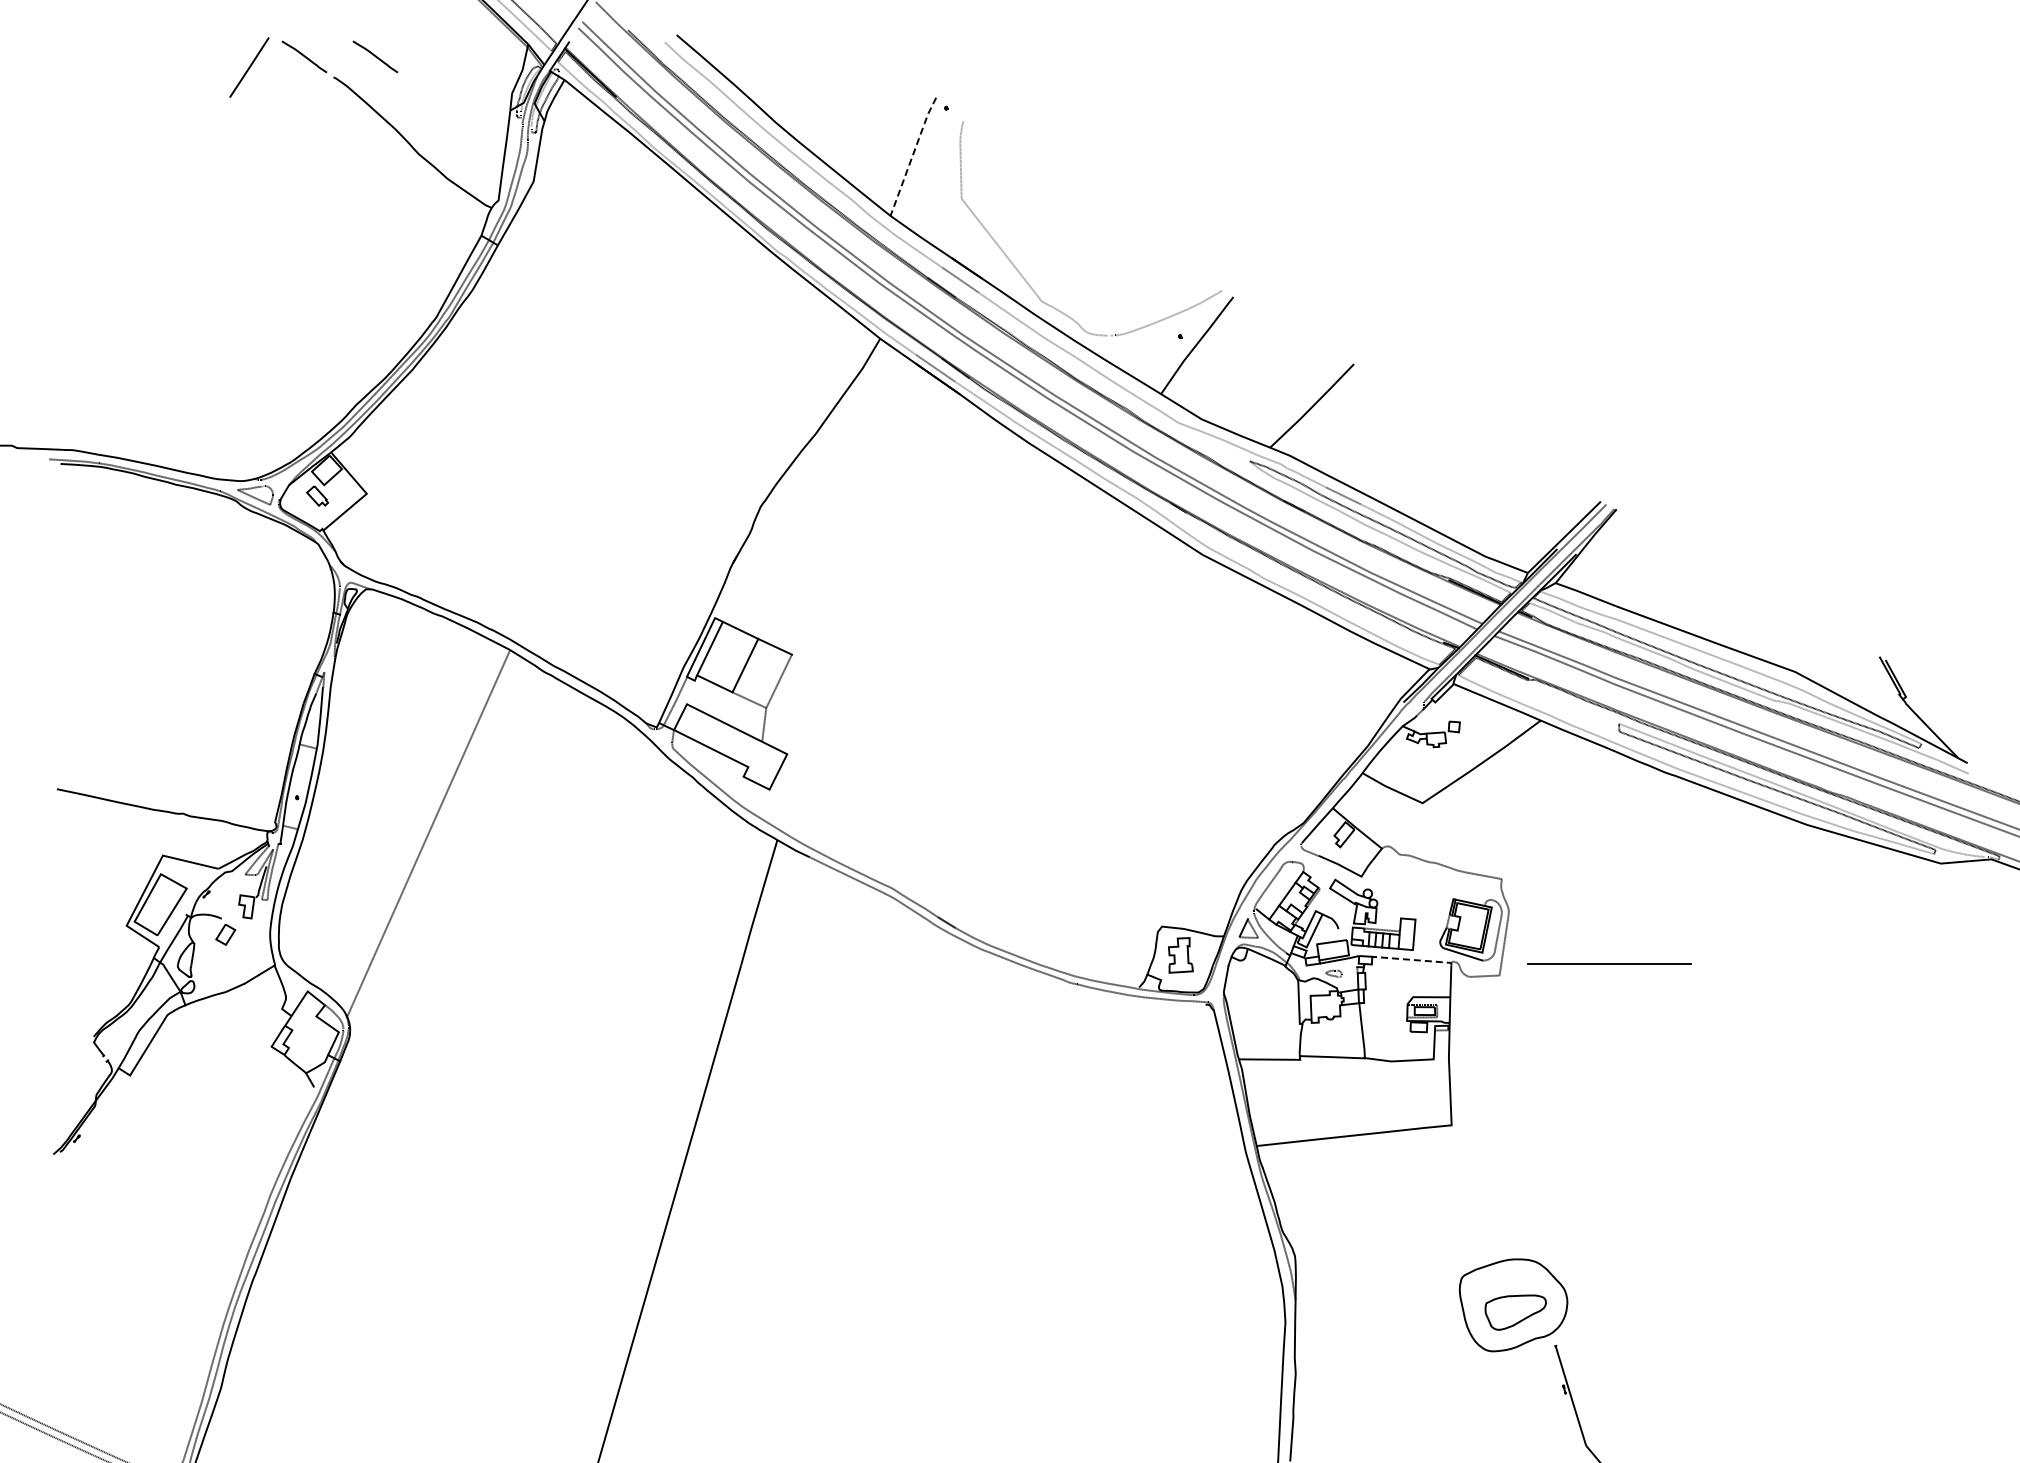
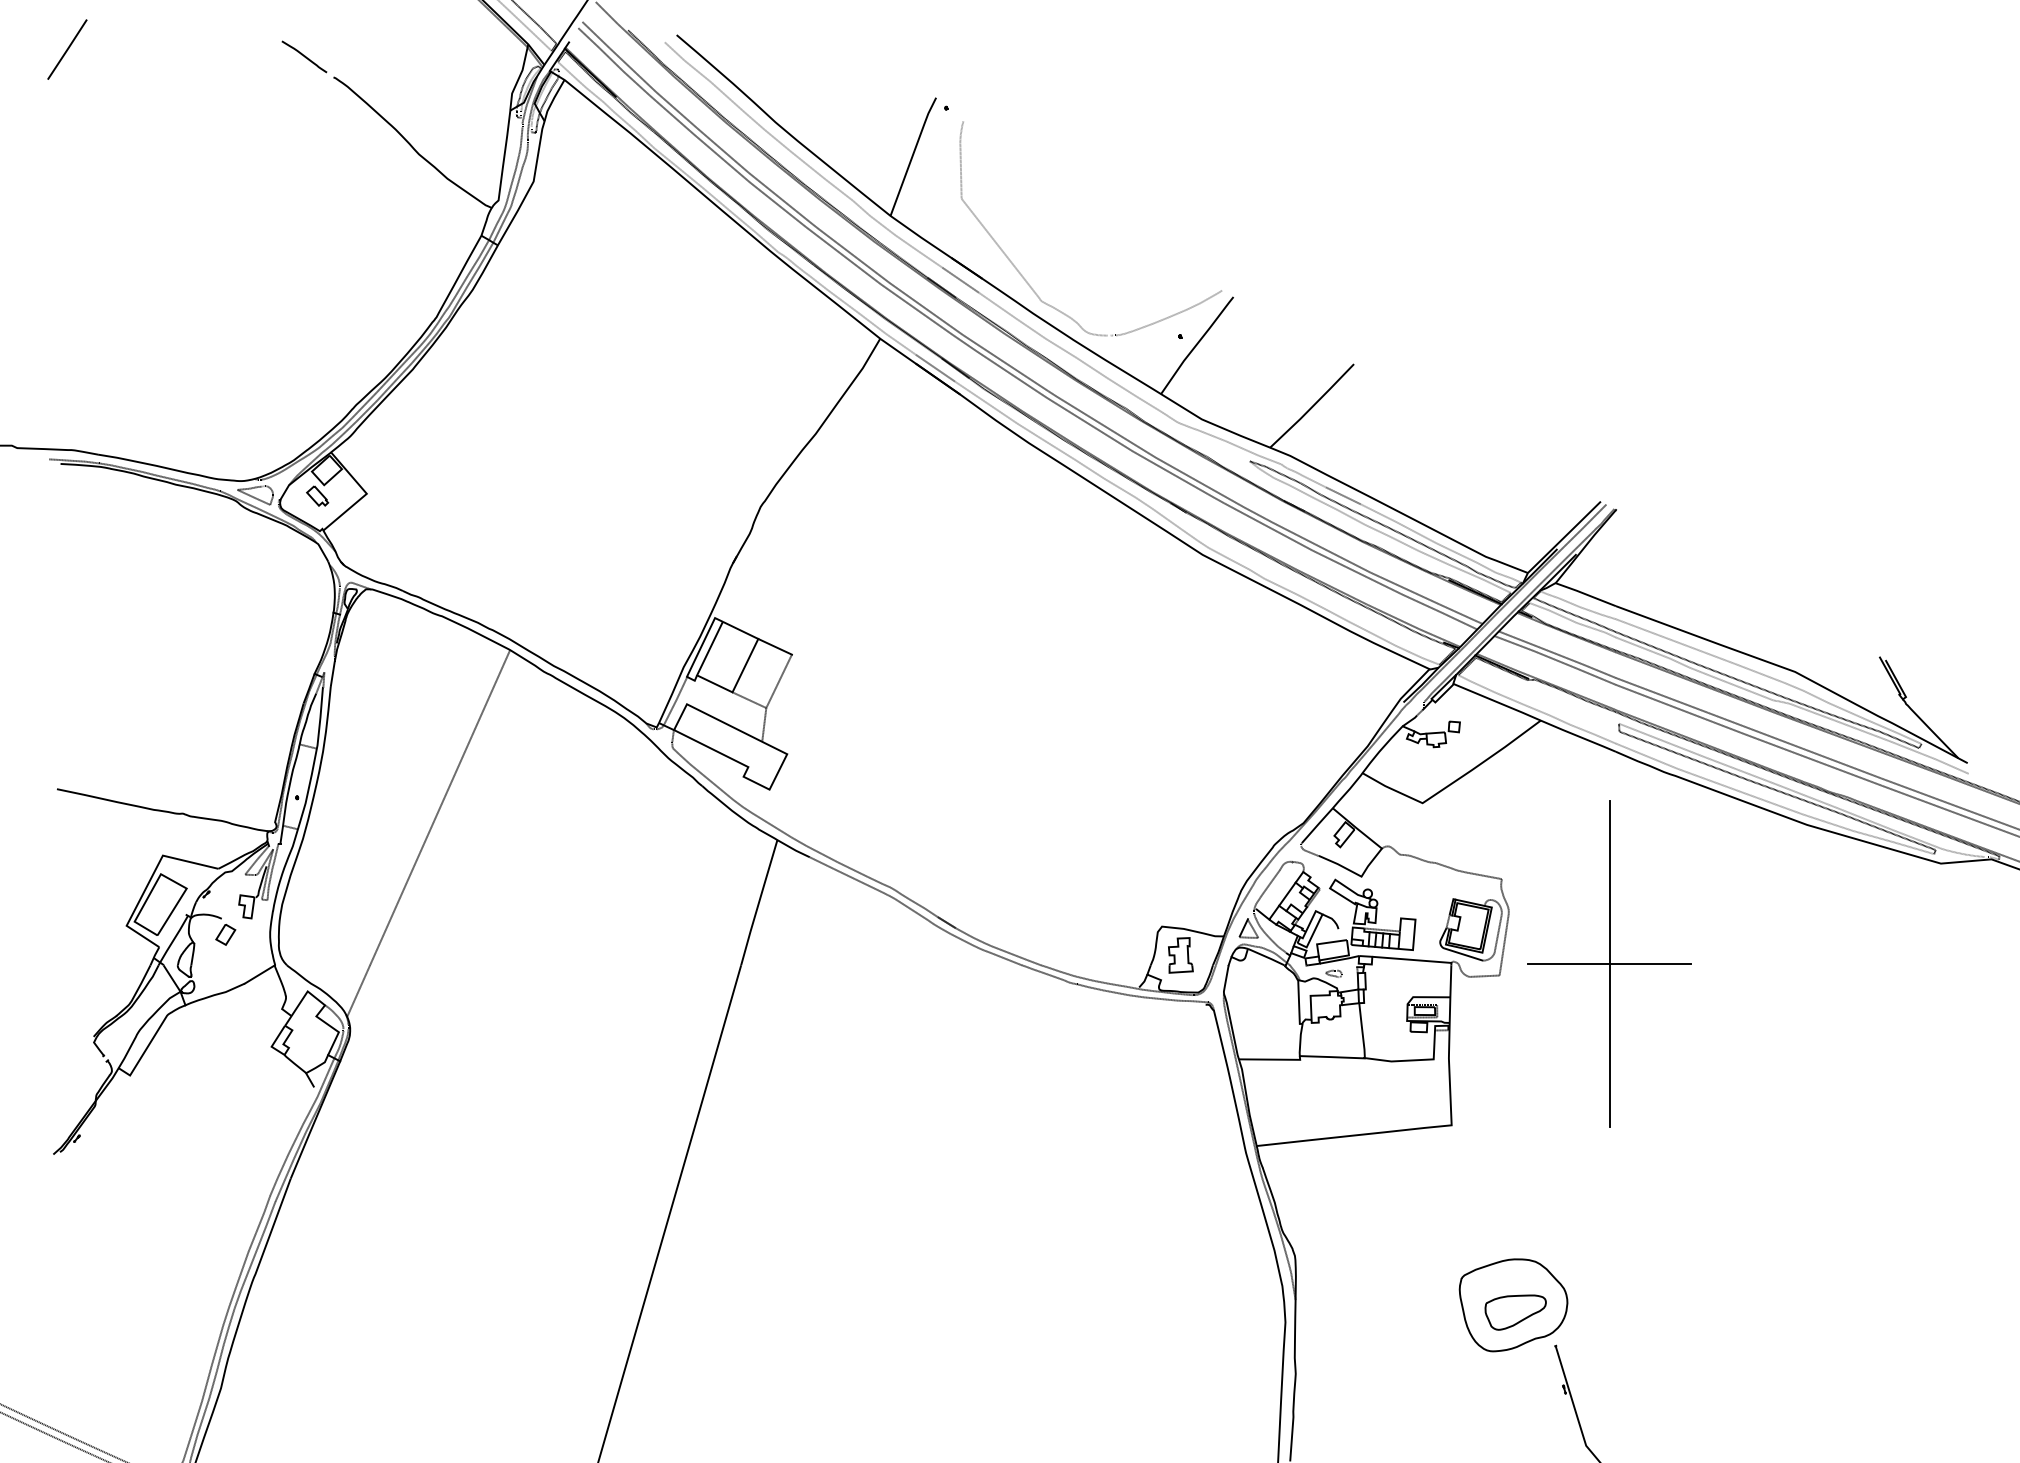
curve at (375, 56): present -> none
line at (249, 67) position: (249, 67) -> (67, 49)
line at (912, 155): dashed -> solid
line at (1413, 960): dashed -> solid
line at (1609, 963): none -> present
